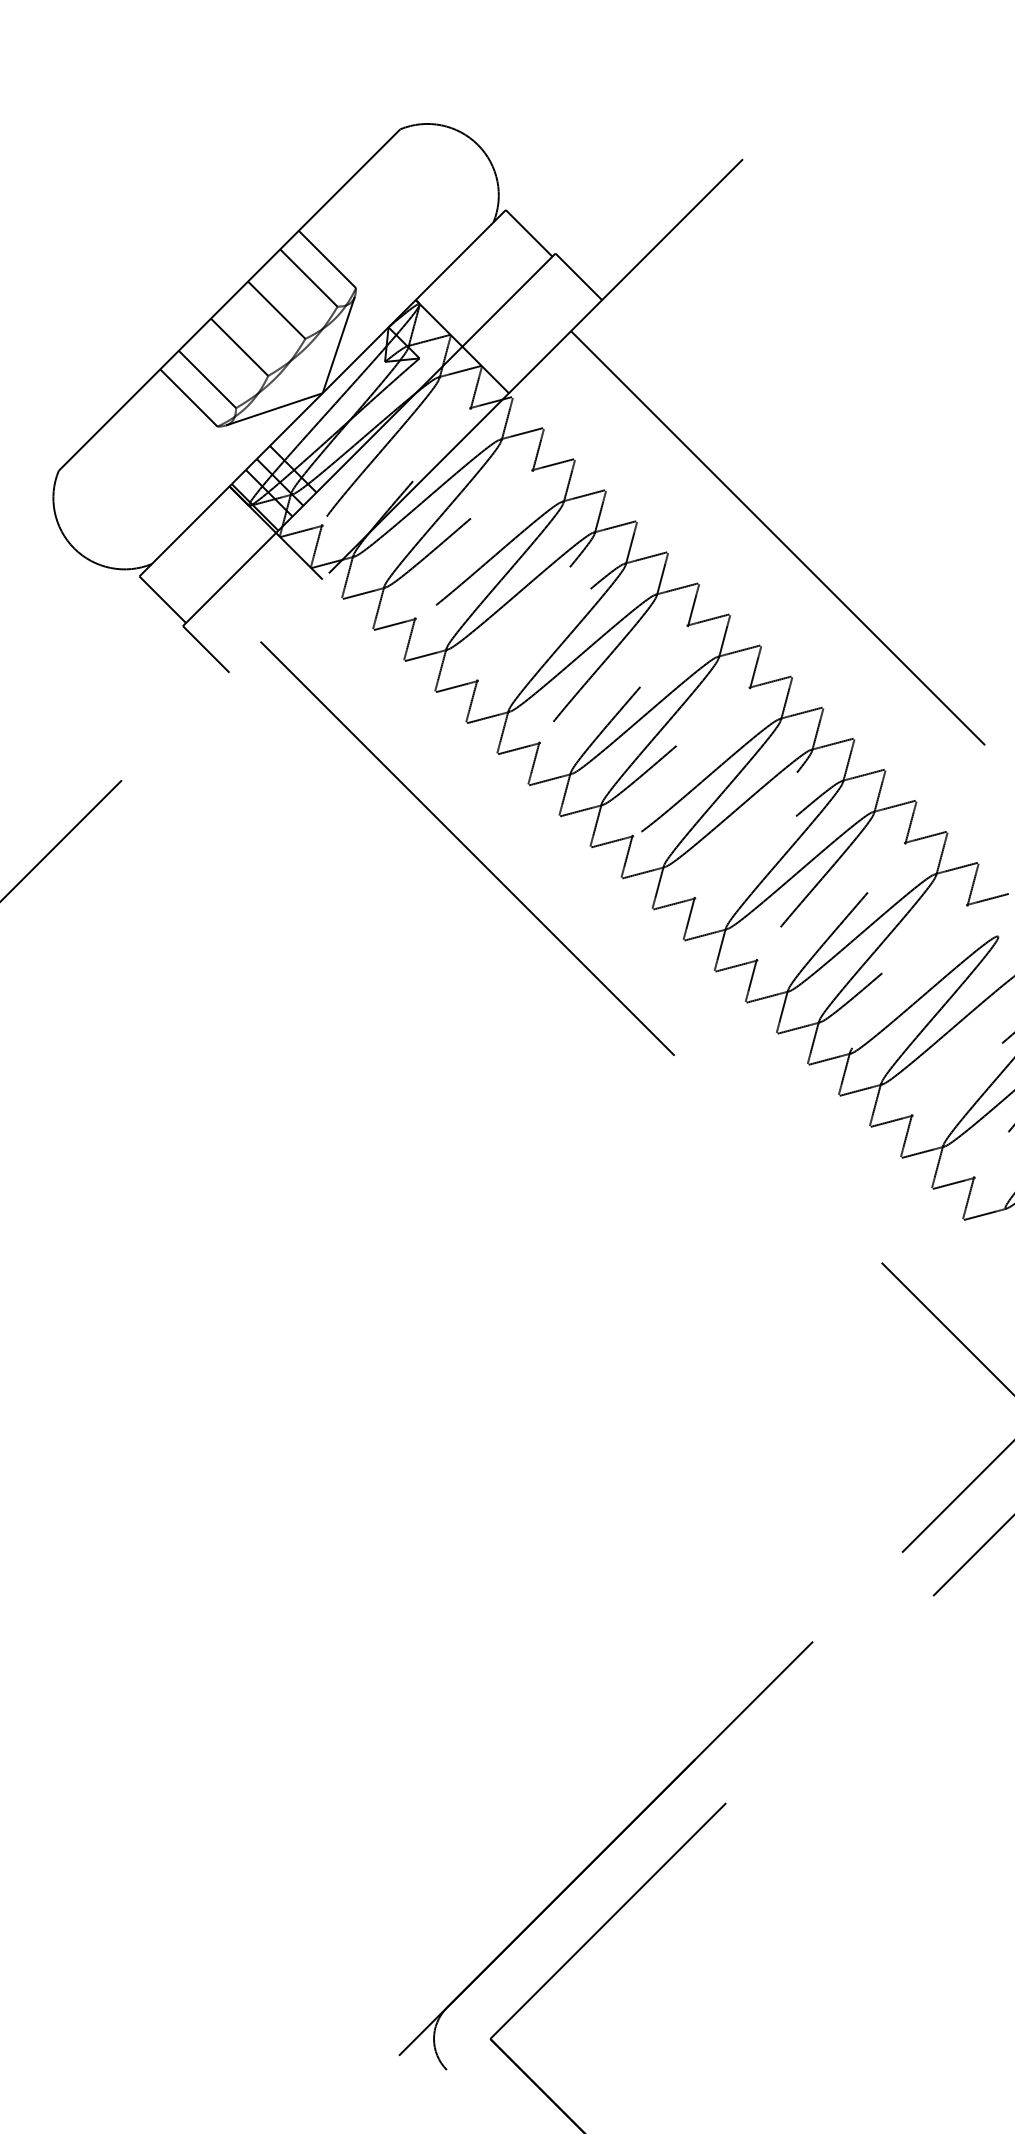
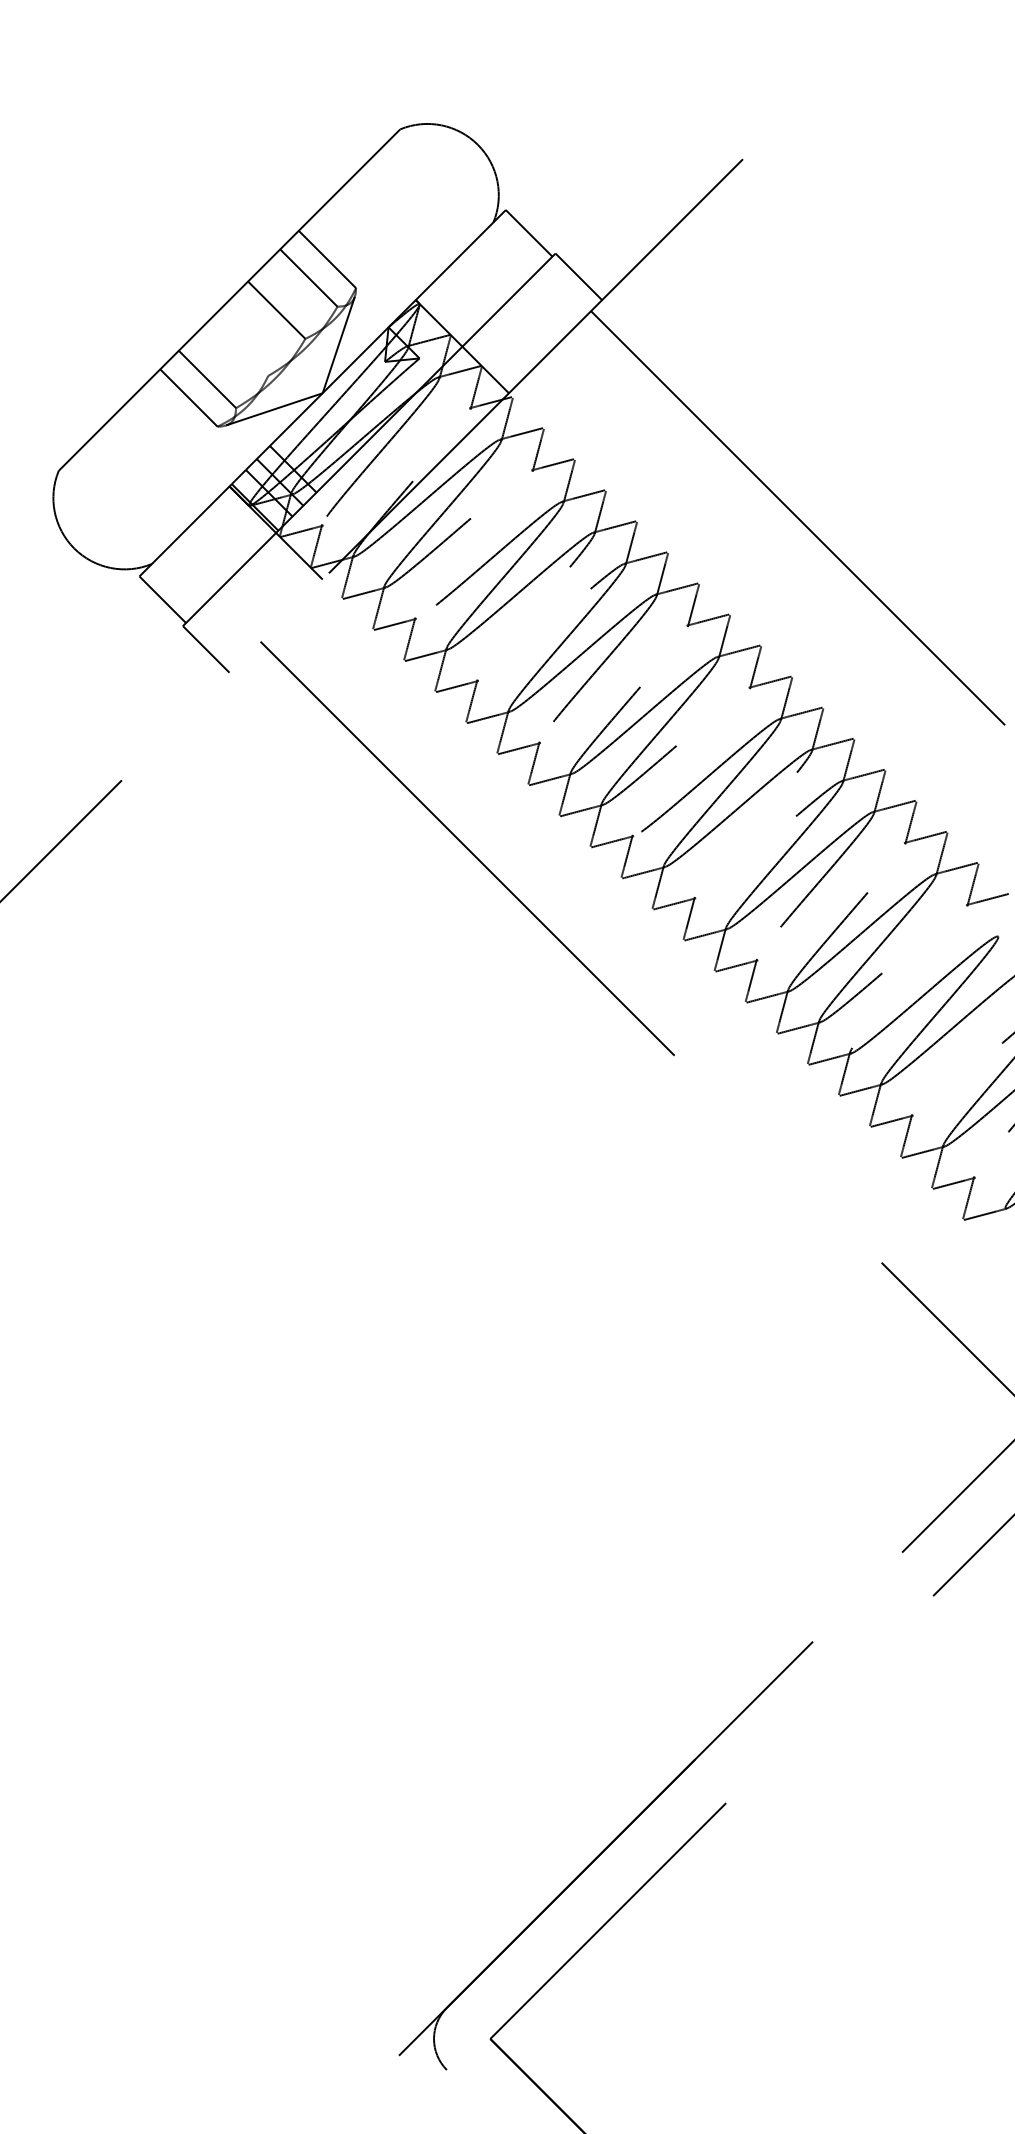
line at (239, 346): present -> none
line at (791, 551) position: (791, 551) -> (801, 521)
